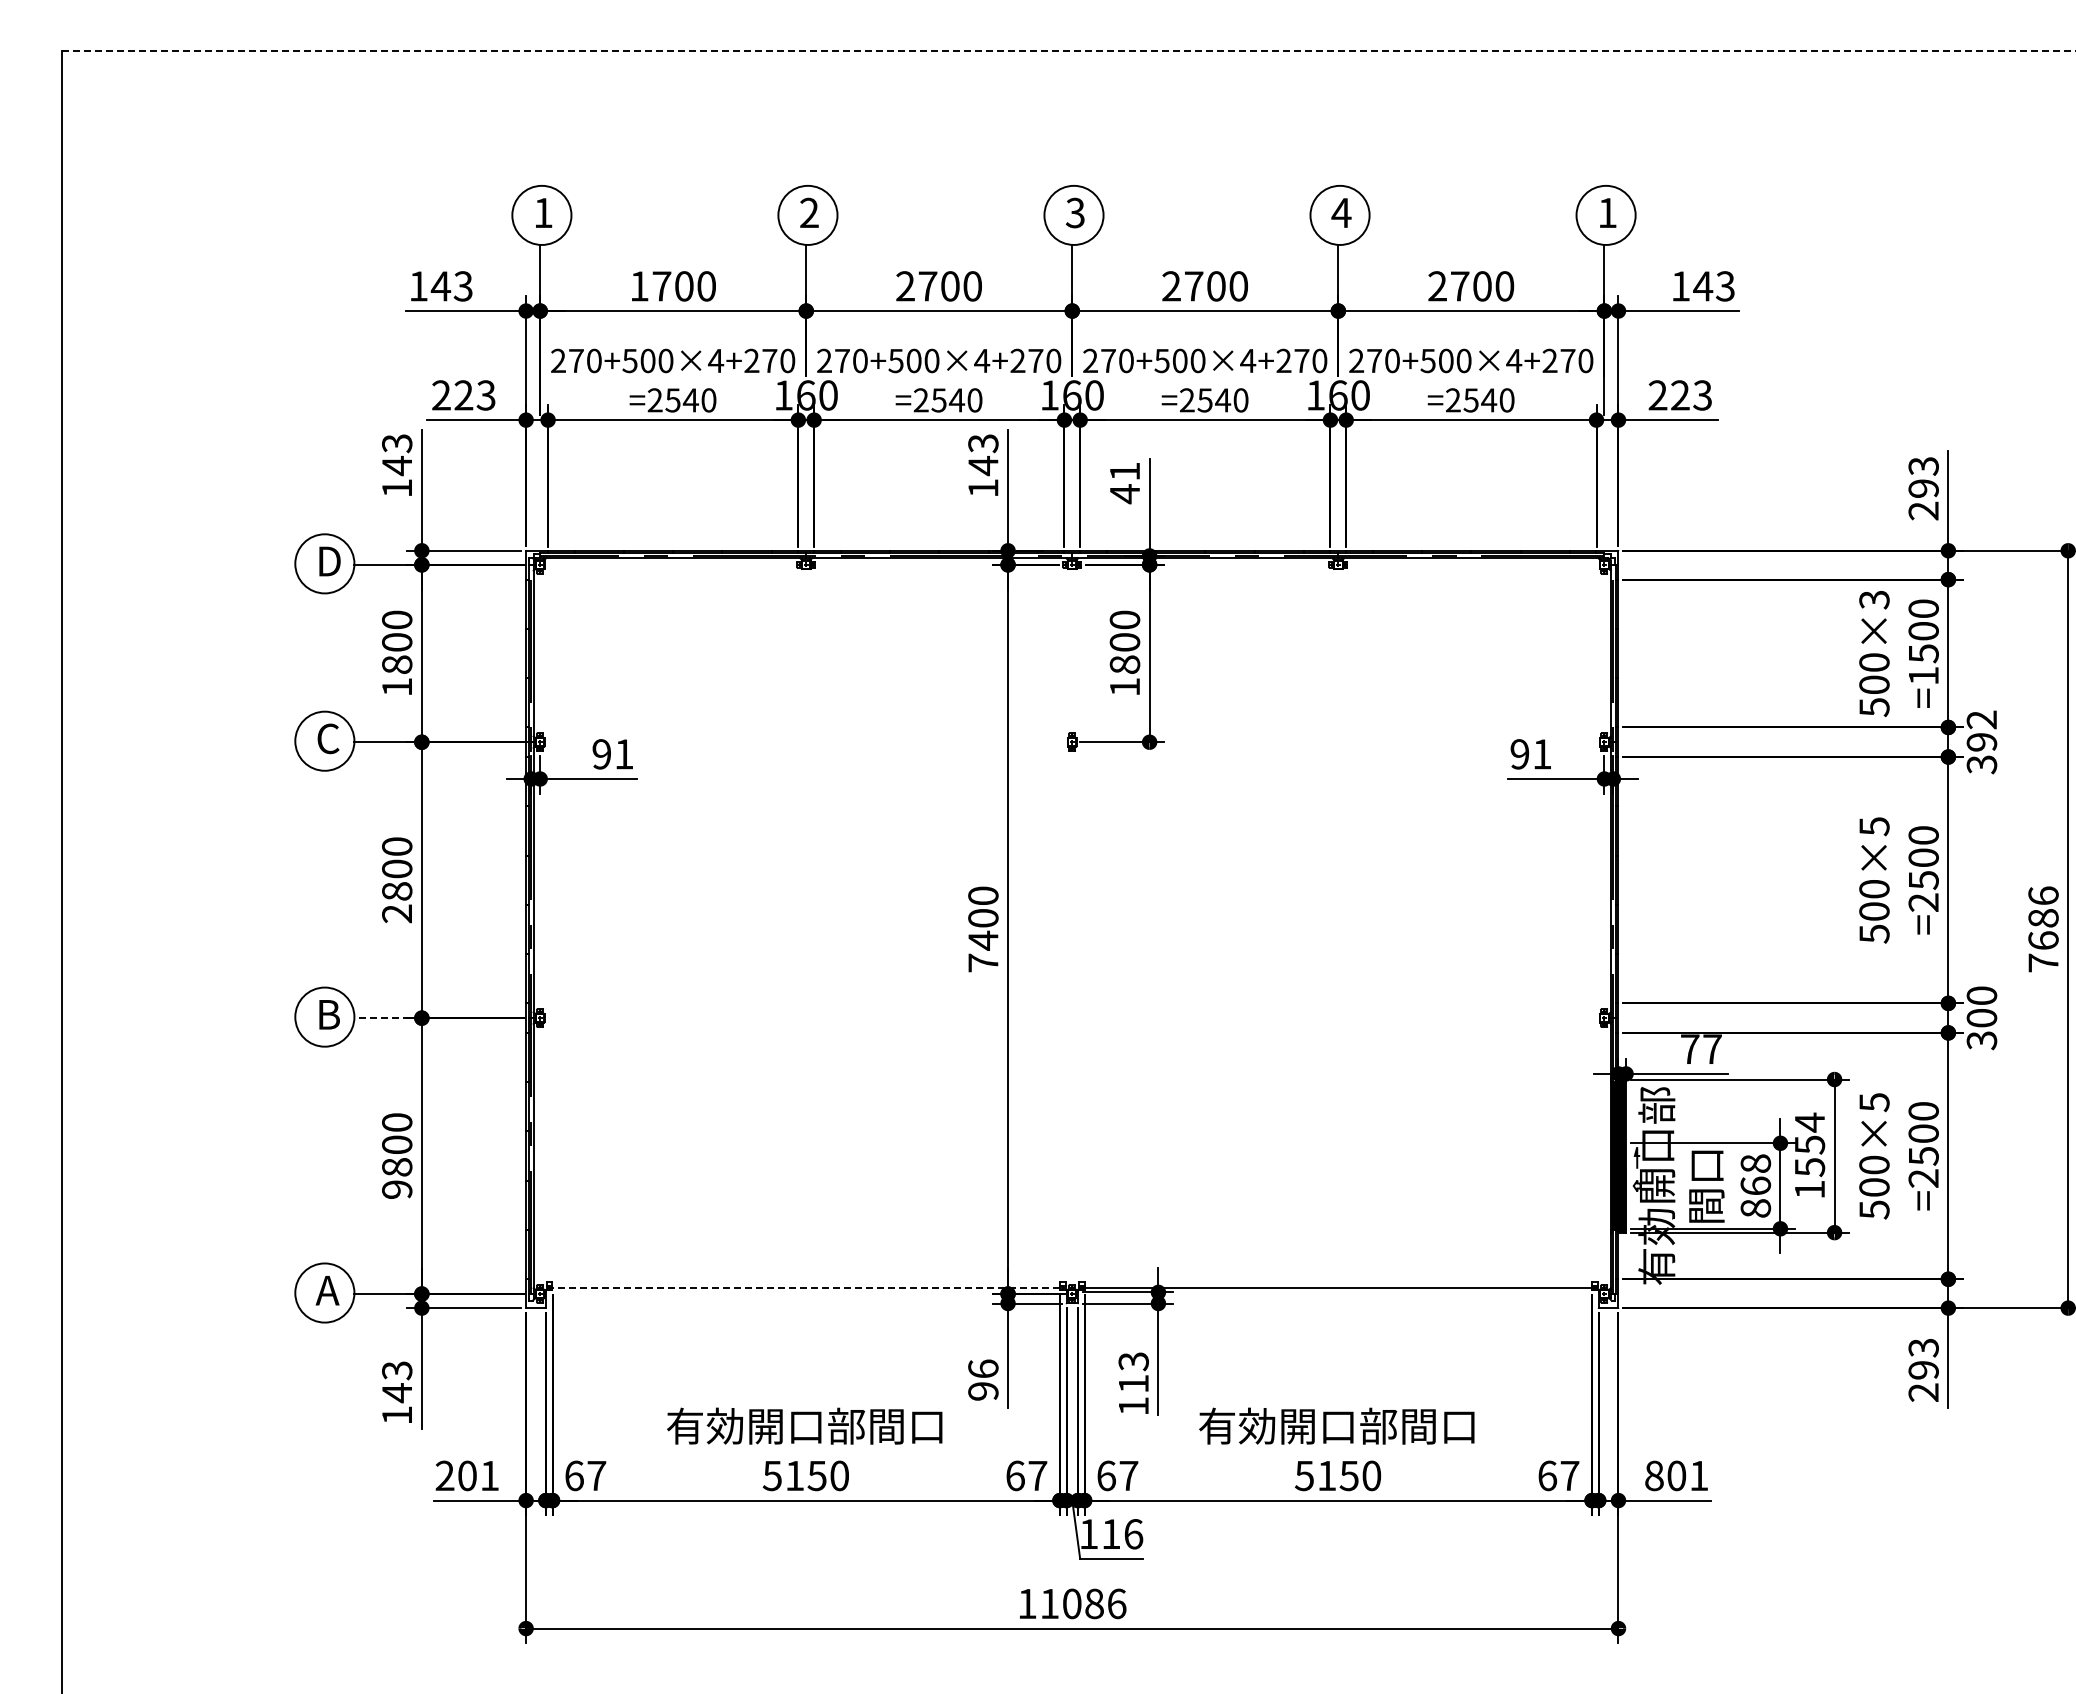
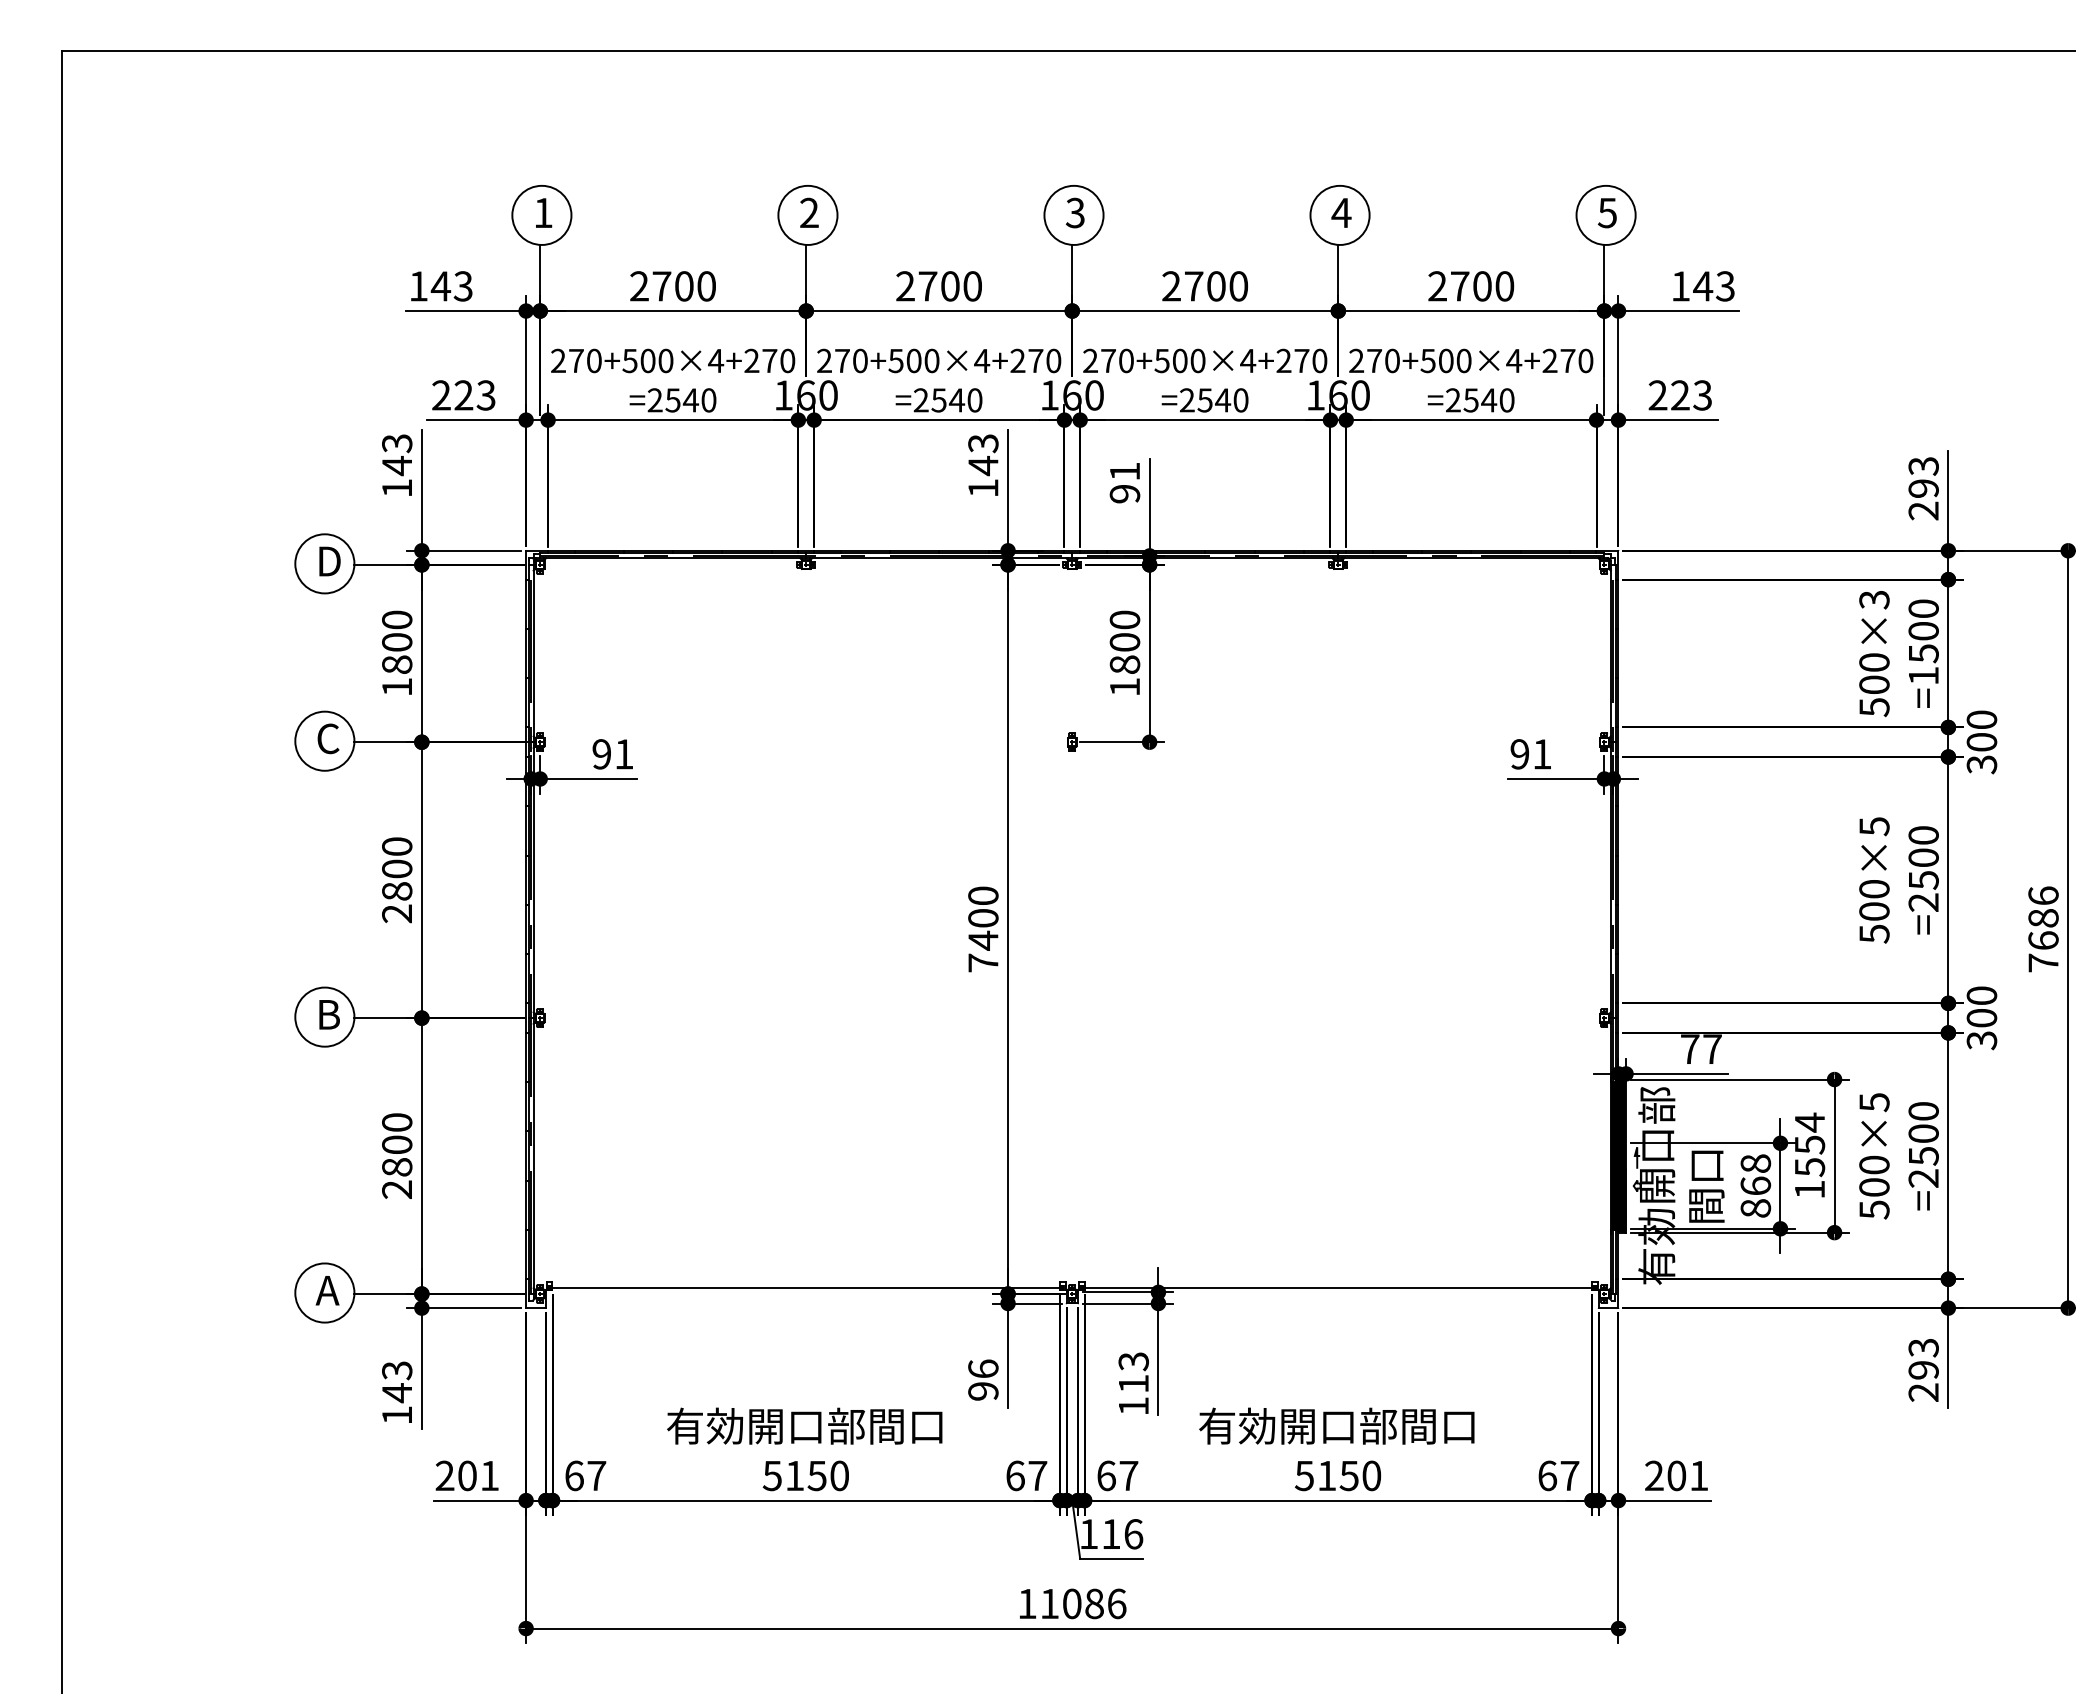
line at (1069, 50): dashed -> solid
text at (1606, 213): 1 -> 5
text at (639, 286): 1700 -> 2700
text at (1124, 494): 41 -> 91
text at (1981, 730): 392 -> 300
line at (382, 1018): dashed -> solid
text at (397, 1189): 9800 -> 2800
line at (806, 1288): dashed -> solid
text at (1654, 1475): 801 -> 201
